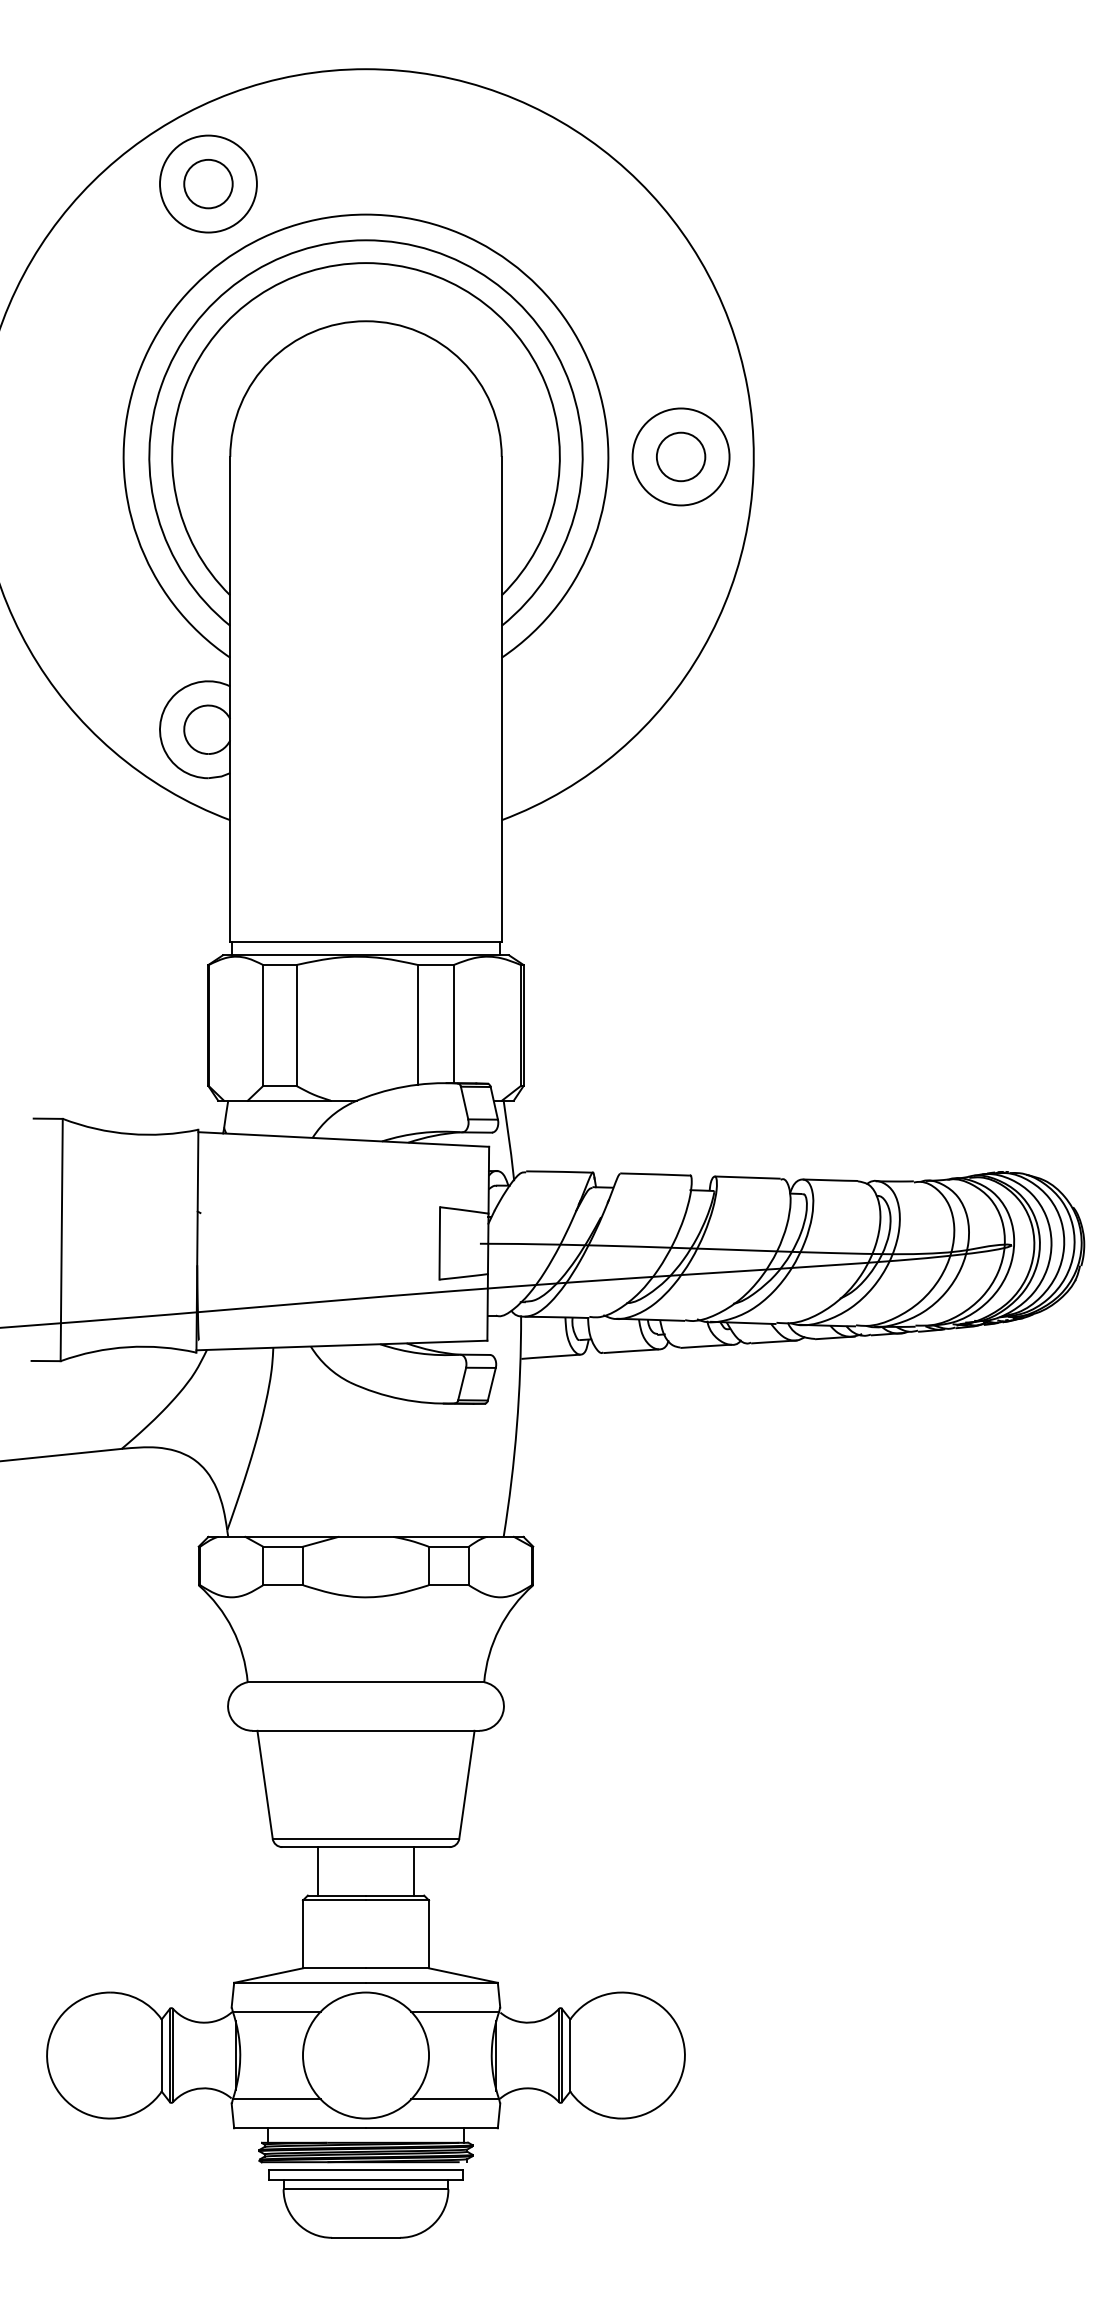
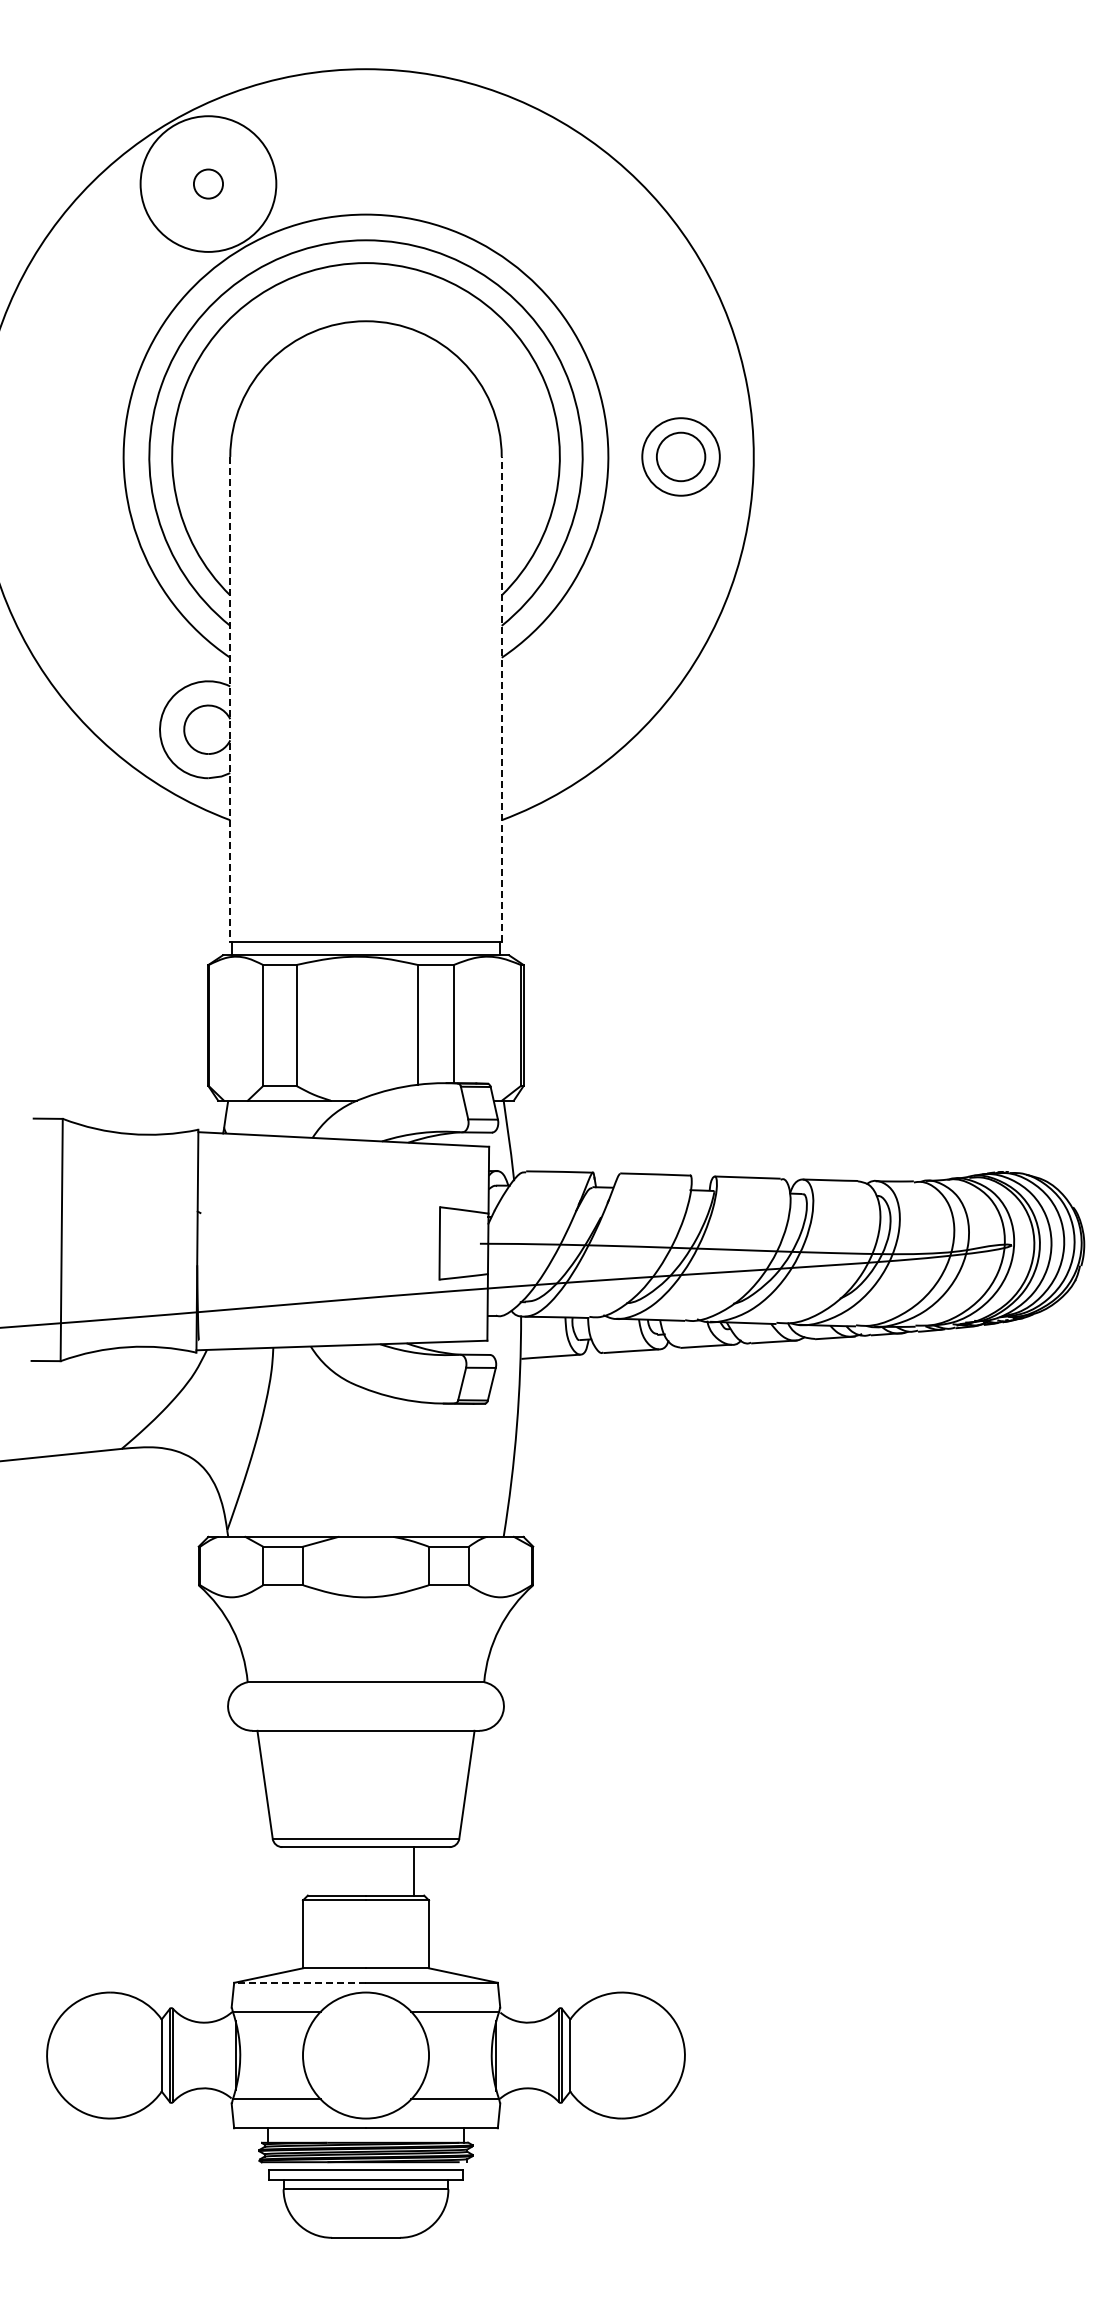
circle at (208, 183) diameter: 48 px -> 29 px
circle at (208, 183) diameter: 97 px -> 136 px
circle at (680, 456) diameter: 97 px -> 78 px
line at (501, 698): solid -> dashed
line at (230, 699): solid -> dashed
line at (317, 1871): present -> none
line at (300, 1982): solid -> dashed
